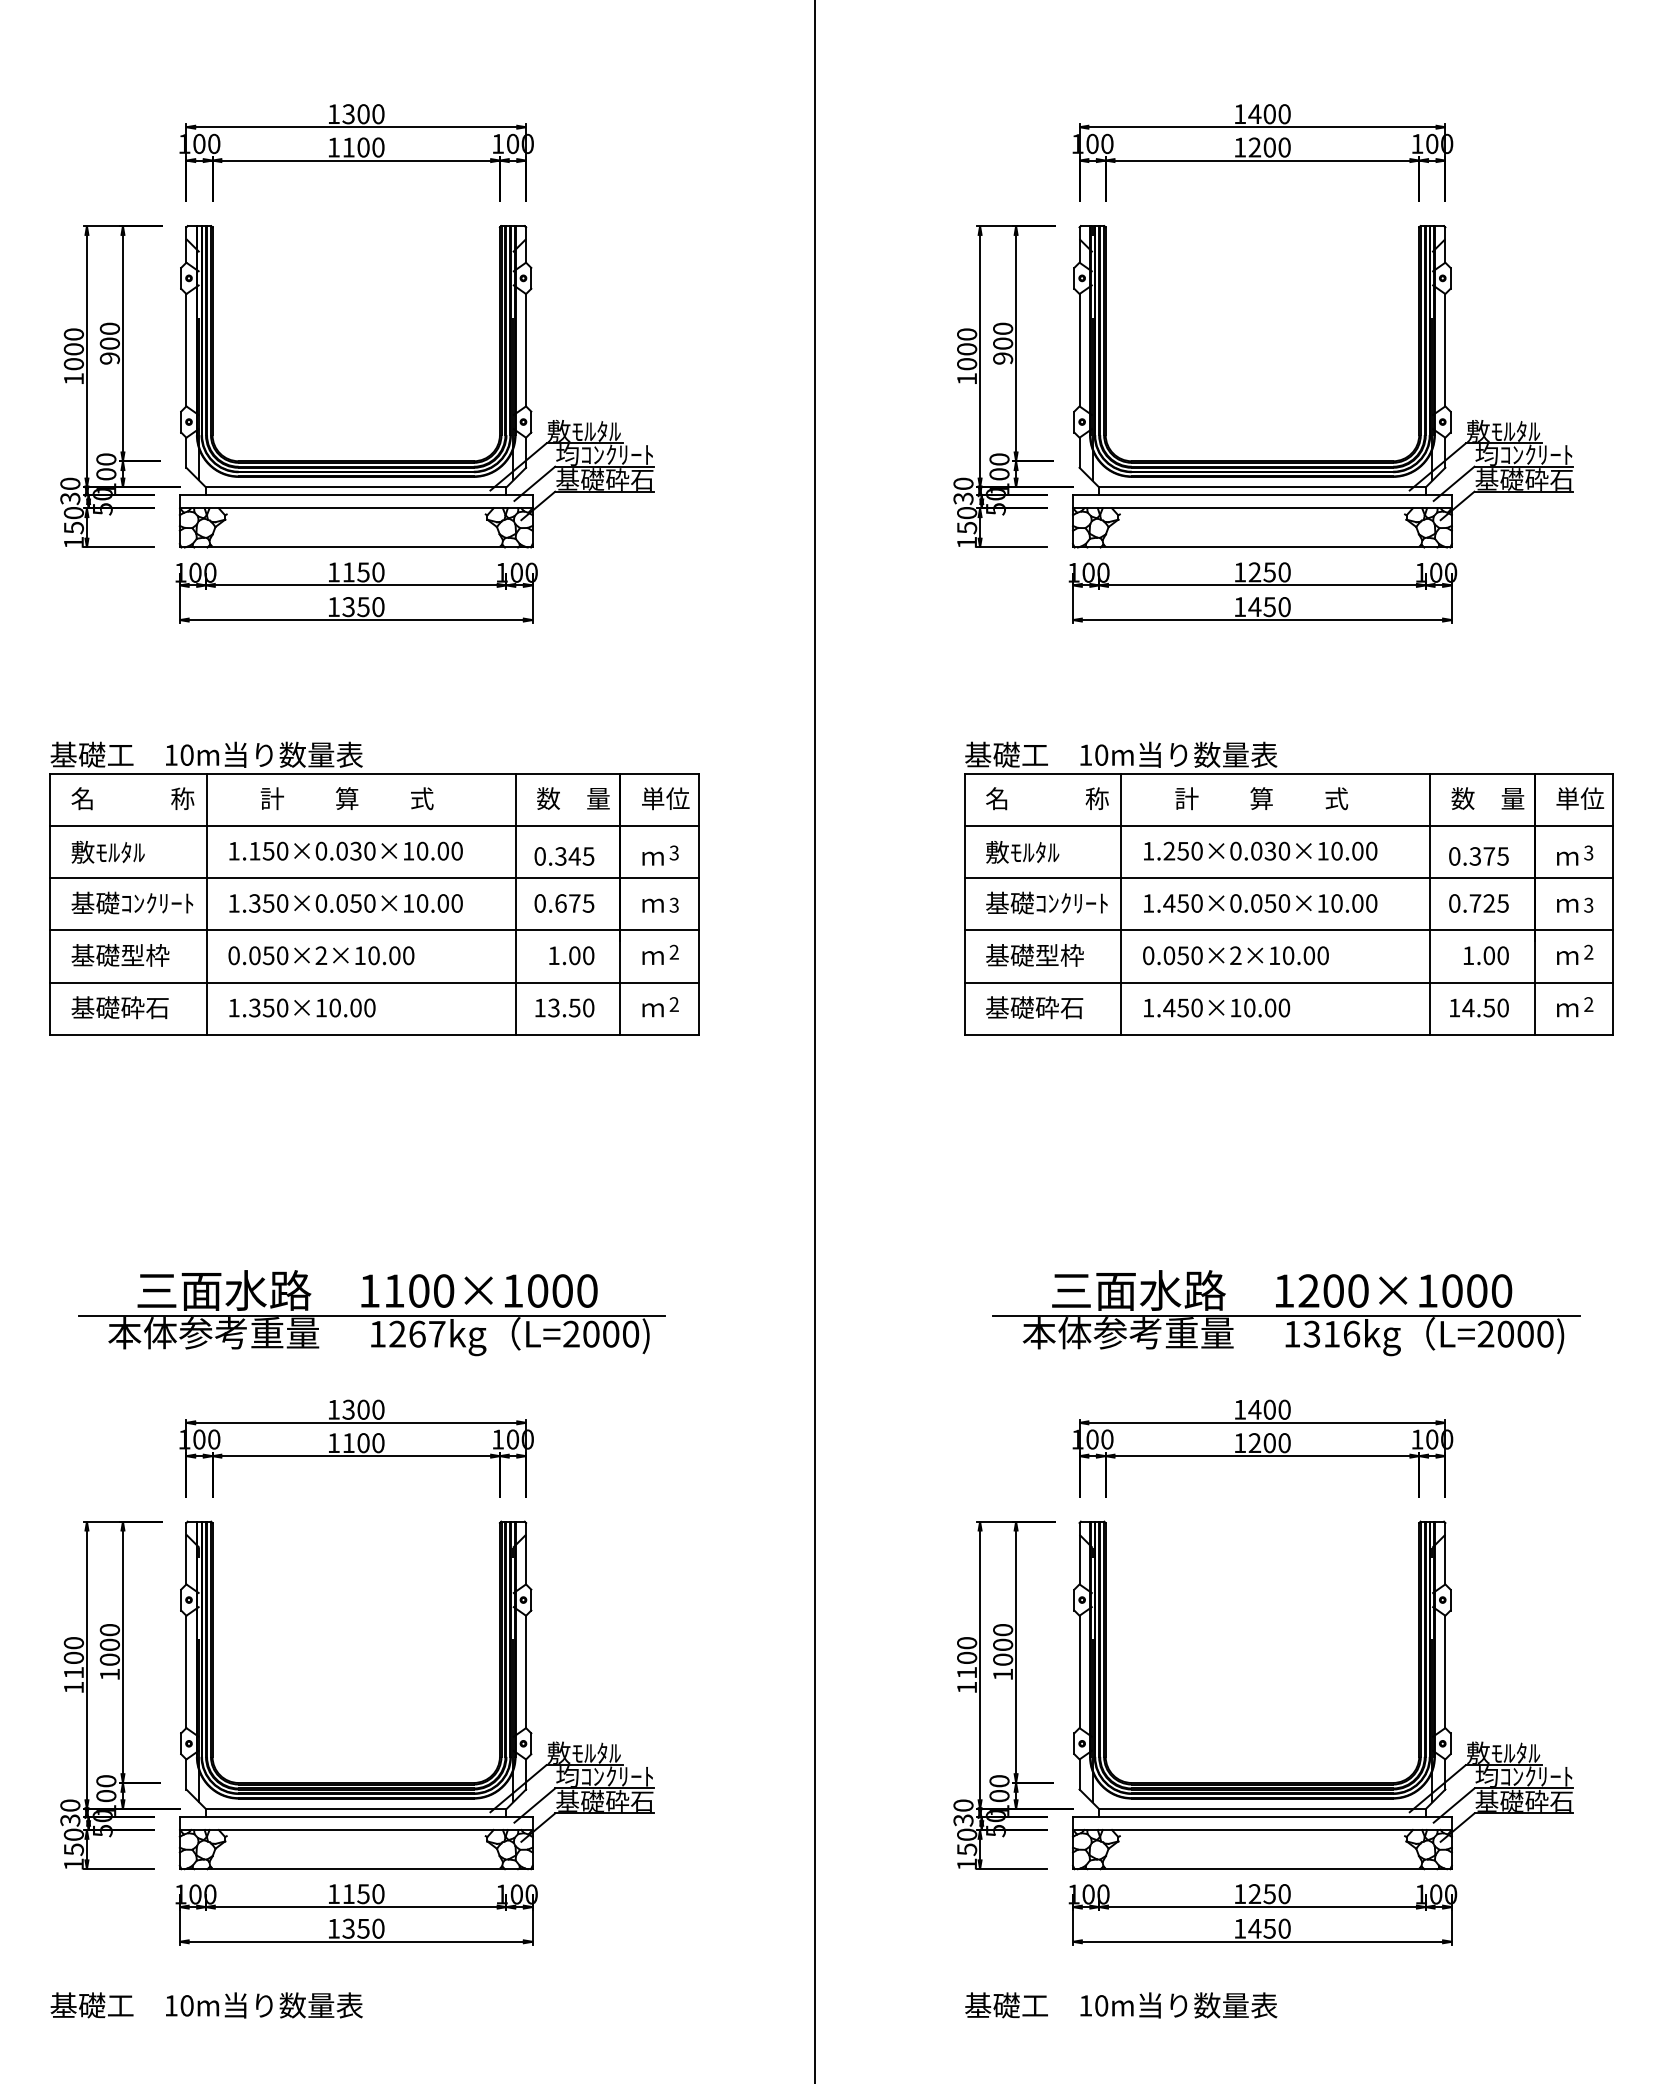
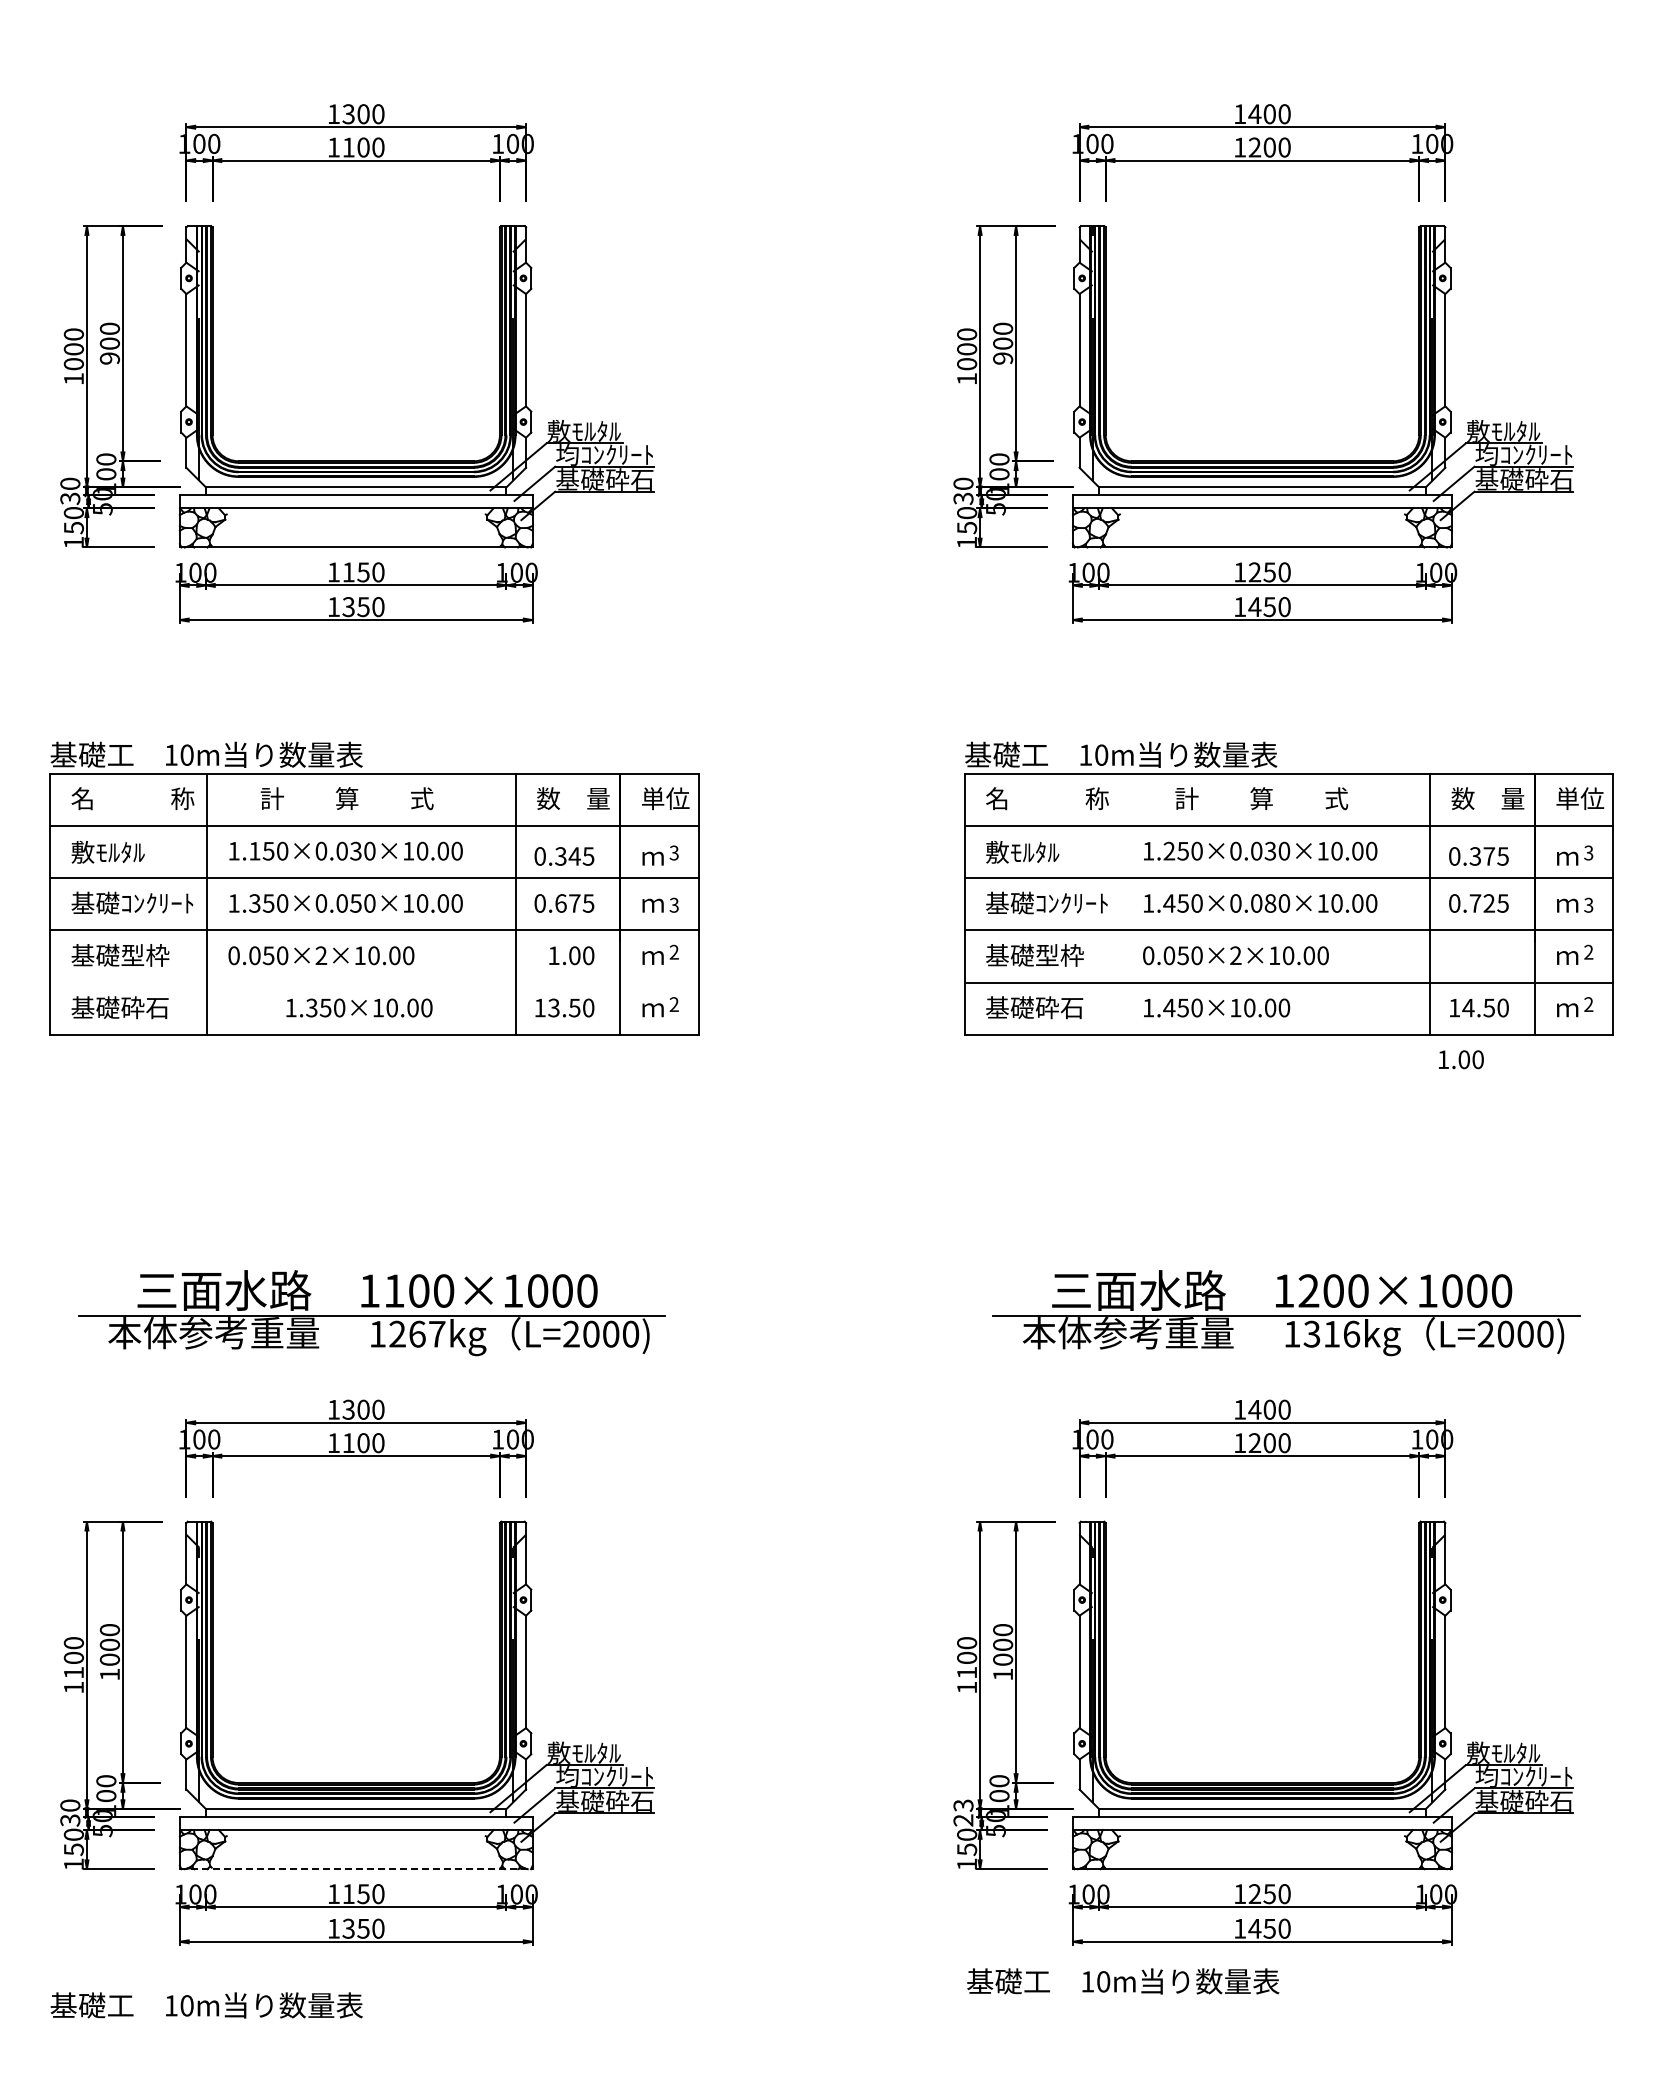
line at (1121, 903): present -> none
text at (1270, 903): 1.450×0.050×10.00 -> 1.450×0.080×10.00
text at (1486, 955) position: (1486, 955) -> (1461, 1059)
line at (373, 982): present -> none
text at (302, 1007) position: (302, 1007) -> (359, 1007)
line at (815, 1041): present -> none
text at (963, 1812): 30 -> 23
line at (356, 1869): solid -> dashed
text at (1121, 2005) position: (1121, 2005) -> (1123, 1981)
